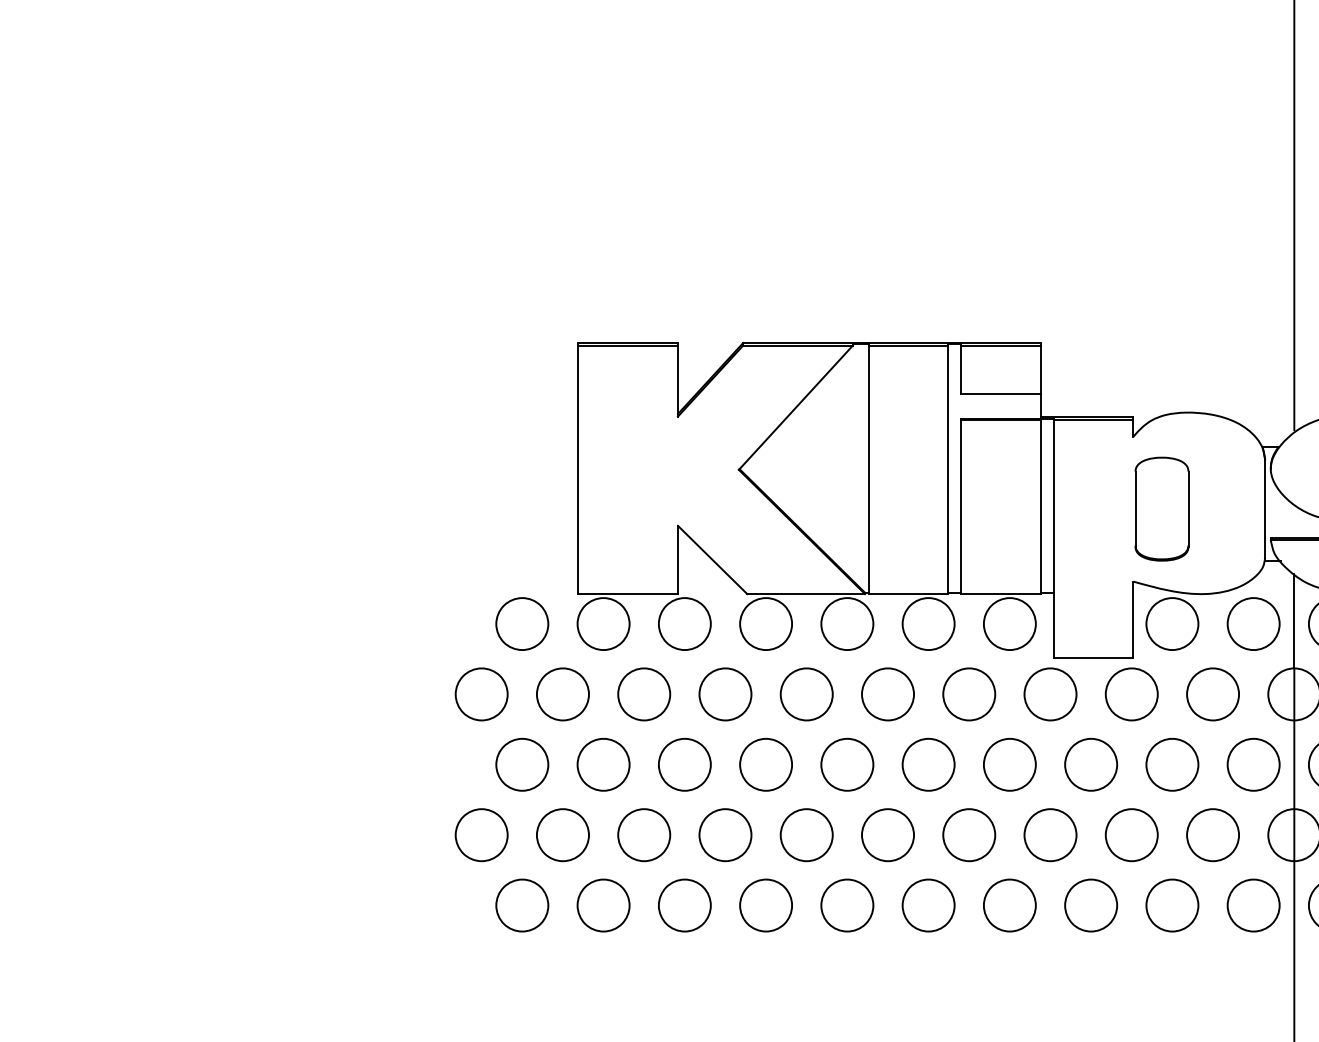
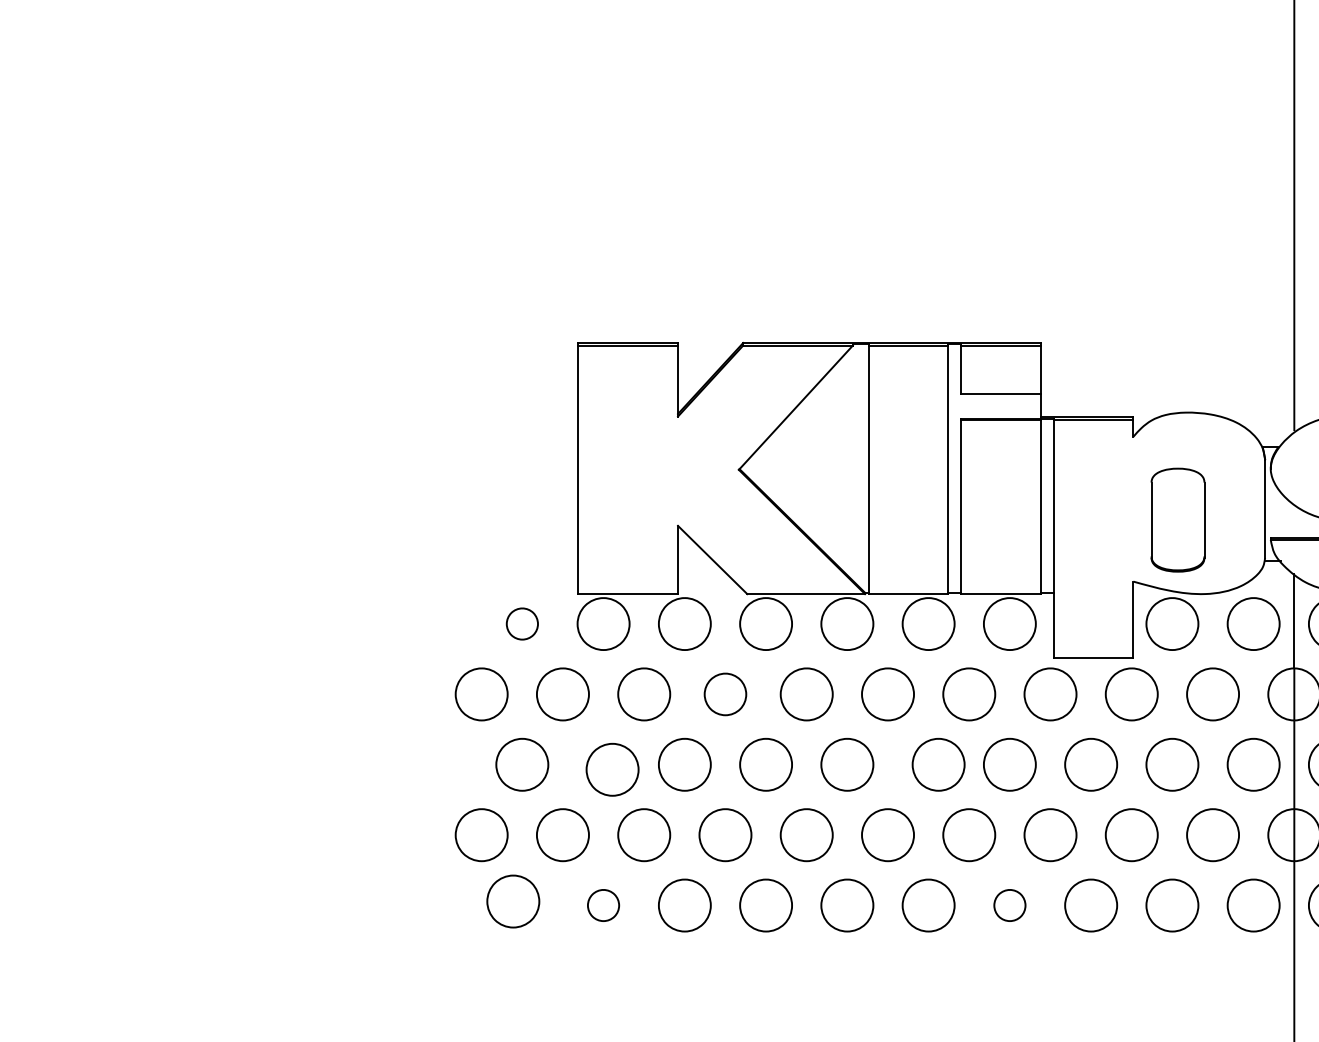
part at (1161, 508) position: (1161, 508) -> (1177, 519)
part at (522, 623) size: 55x54 px -> 34x34 px
part at (725, 694) size: 55x55 px -> 45x45 px
part at (603, 764) position: (603, 764) -> (612, 769)
part at (928, 764) position: (928, 764) -> (938, 764)
part at (522, 905) position: (522, 905) -> (513, 901)
part at (603, 905) size: 55x55 px -> 34x33 px
part at (1009, 905) size: 54x55 px -> 34x33 px
